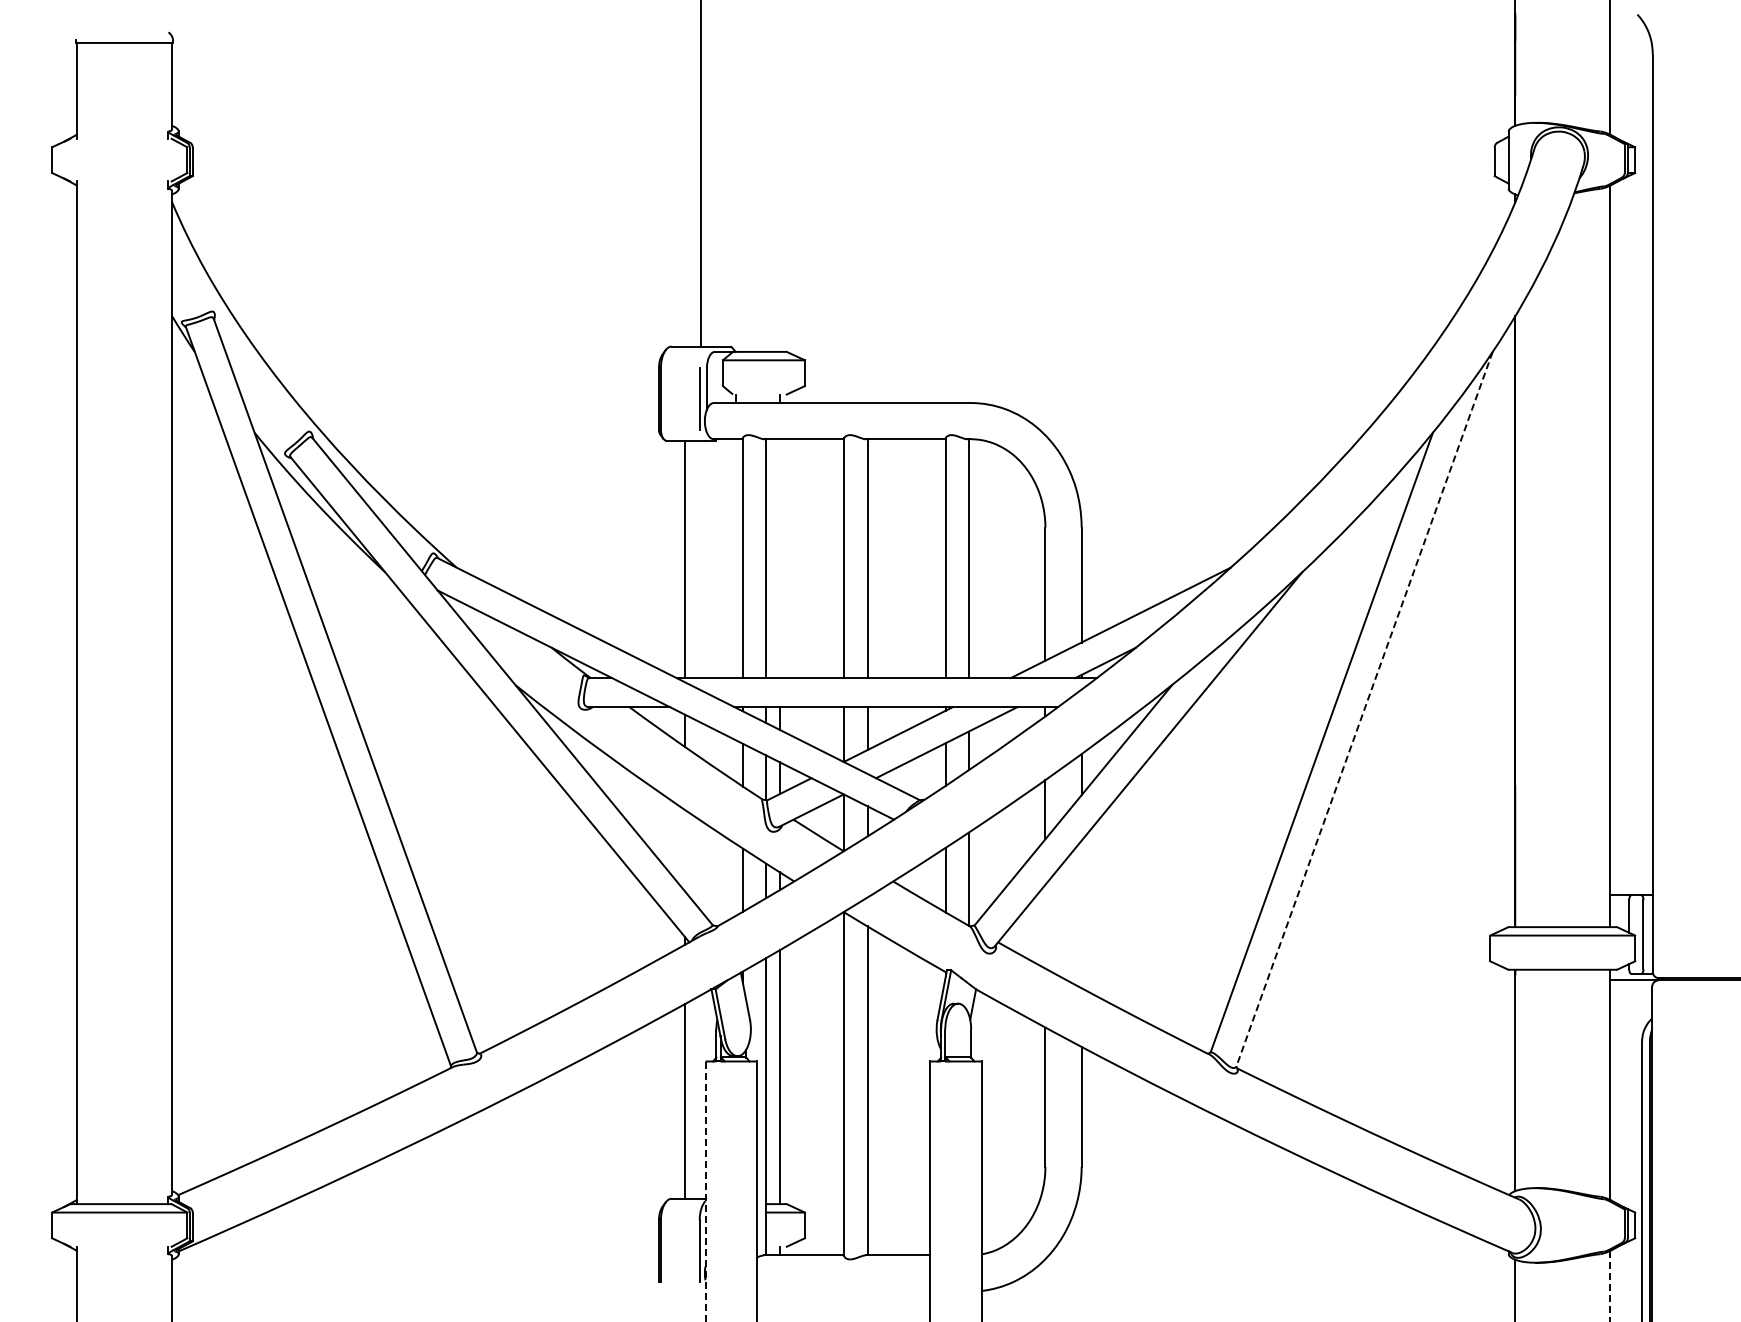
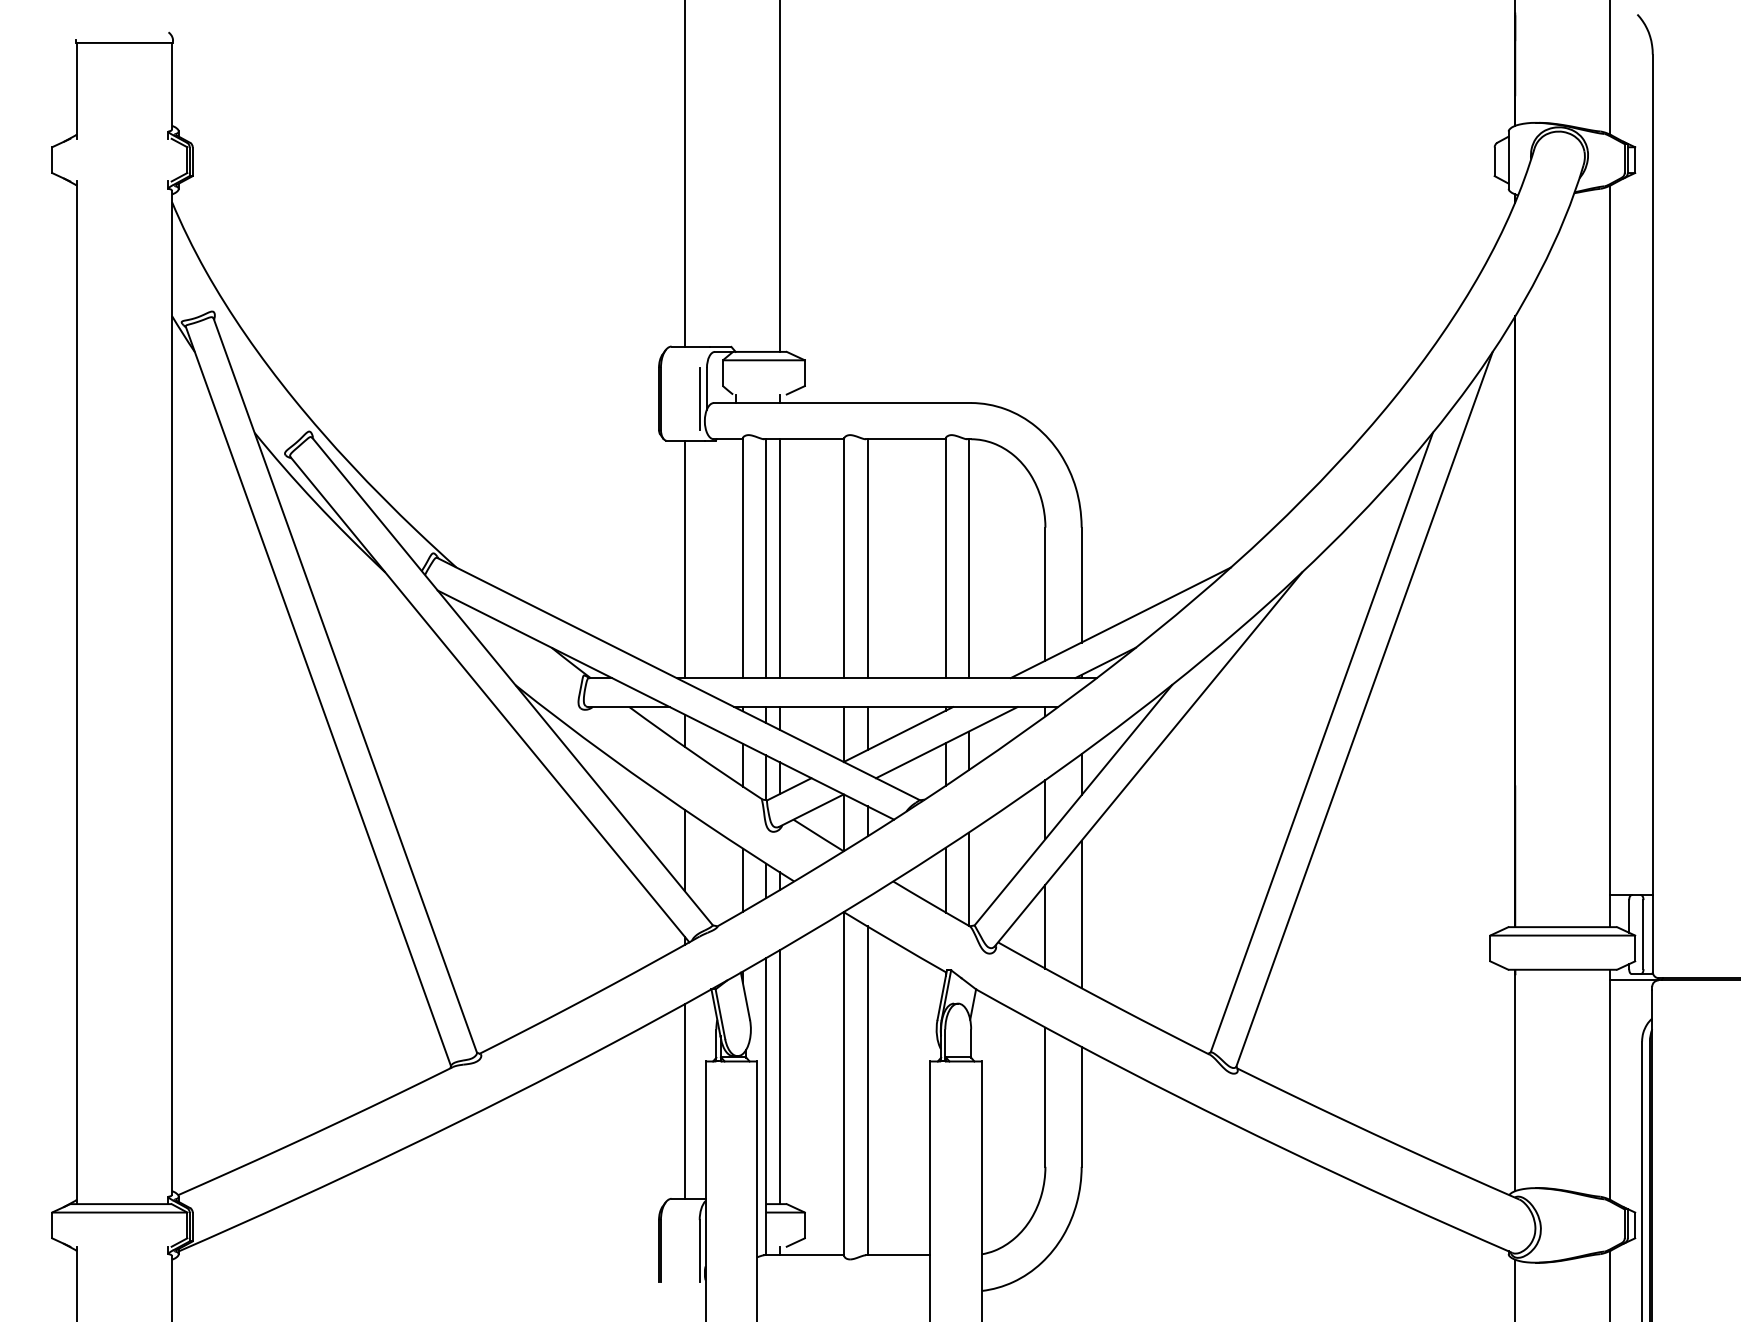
line at (701, 174) position: (701, 174) -> (685, 174)
line at (779, 176): none -> present
line at (779, 558): none -> present
line at (1364, 709): dashed -> solid
line at (685, 850): none -> present
line at (1081, 914): none -> present
line at (1045, 926): none -> present
line at (705, 1191): dashed -> solid
line at (1610, 1286): dashed -> solid
